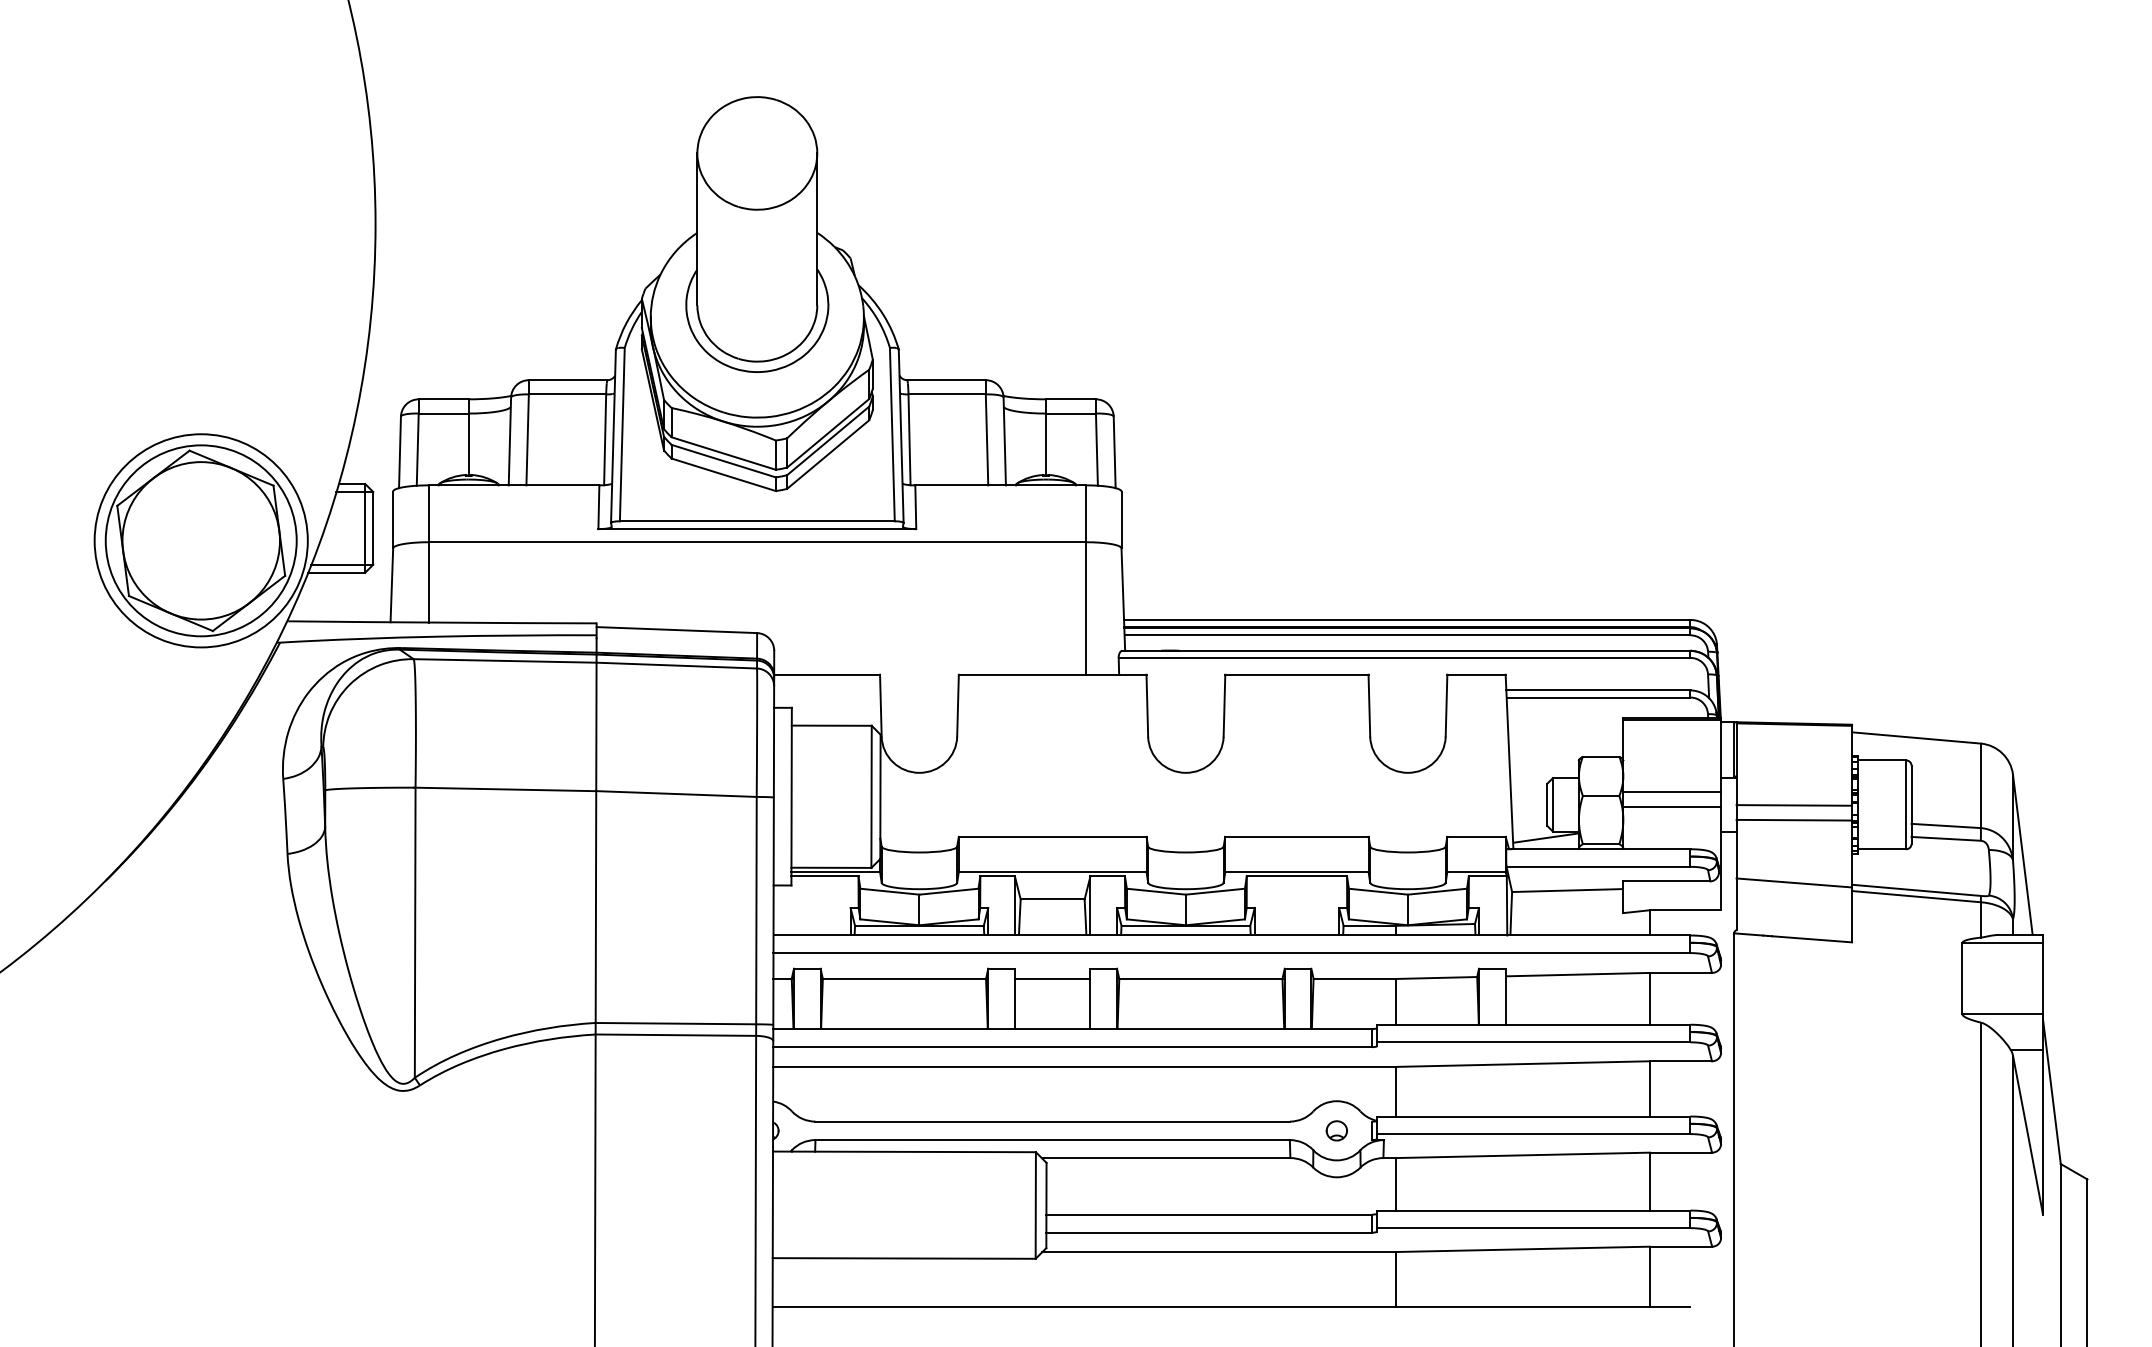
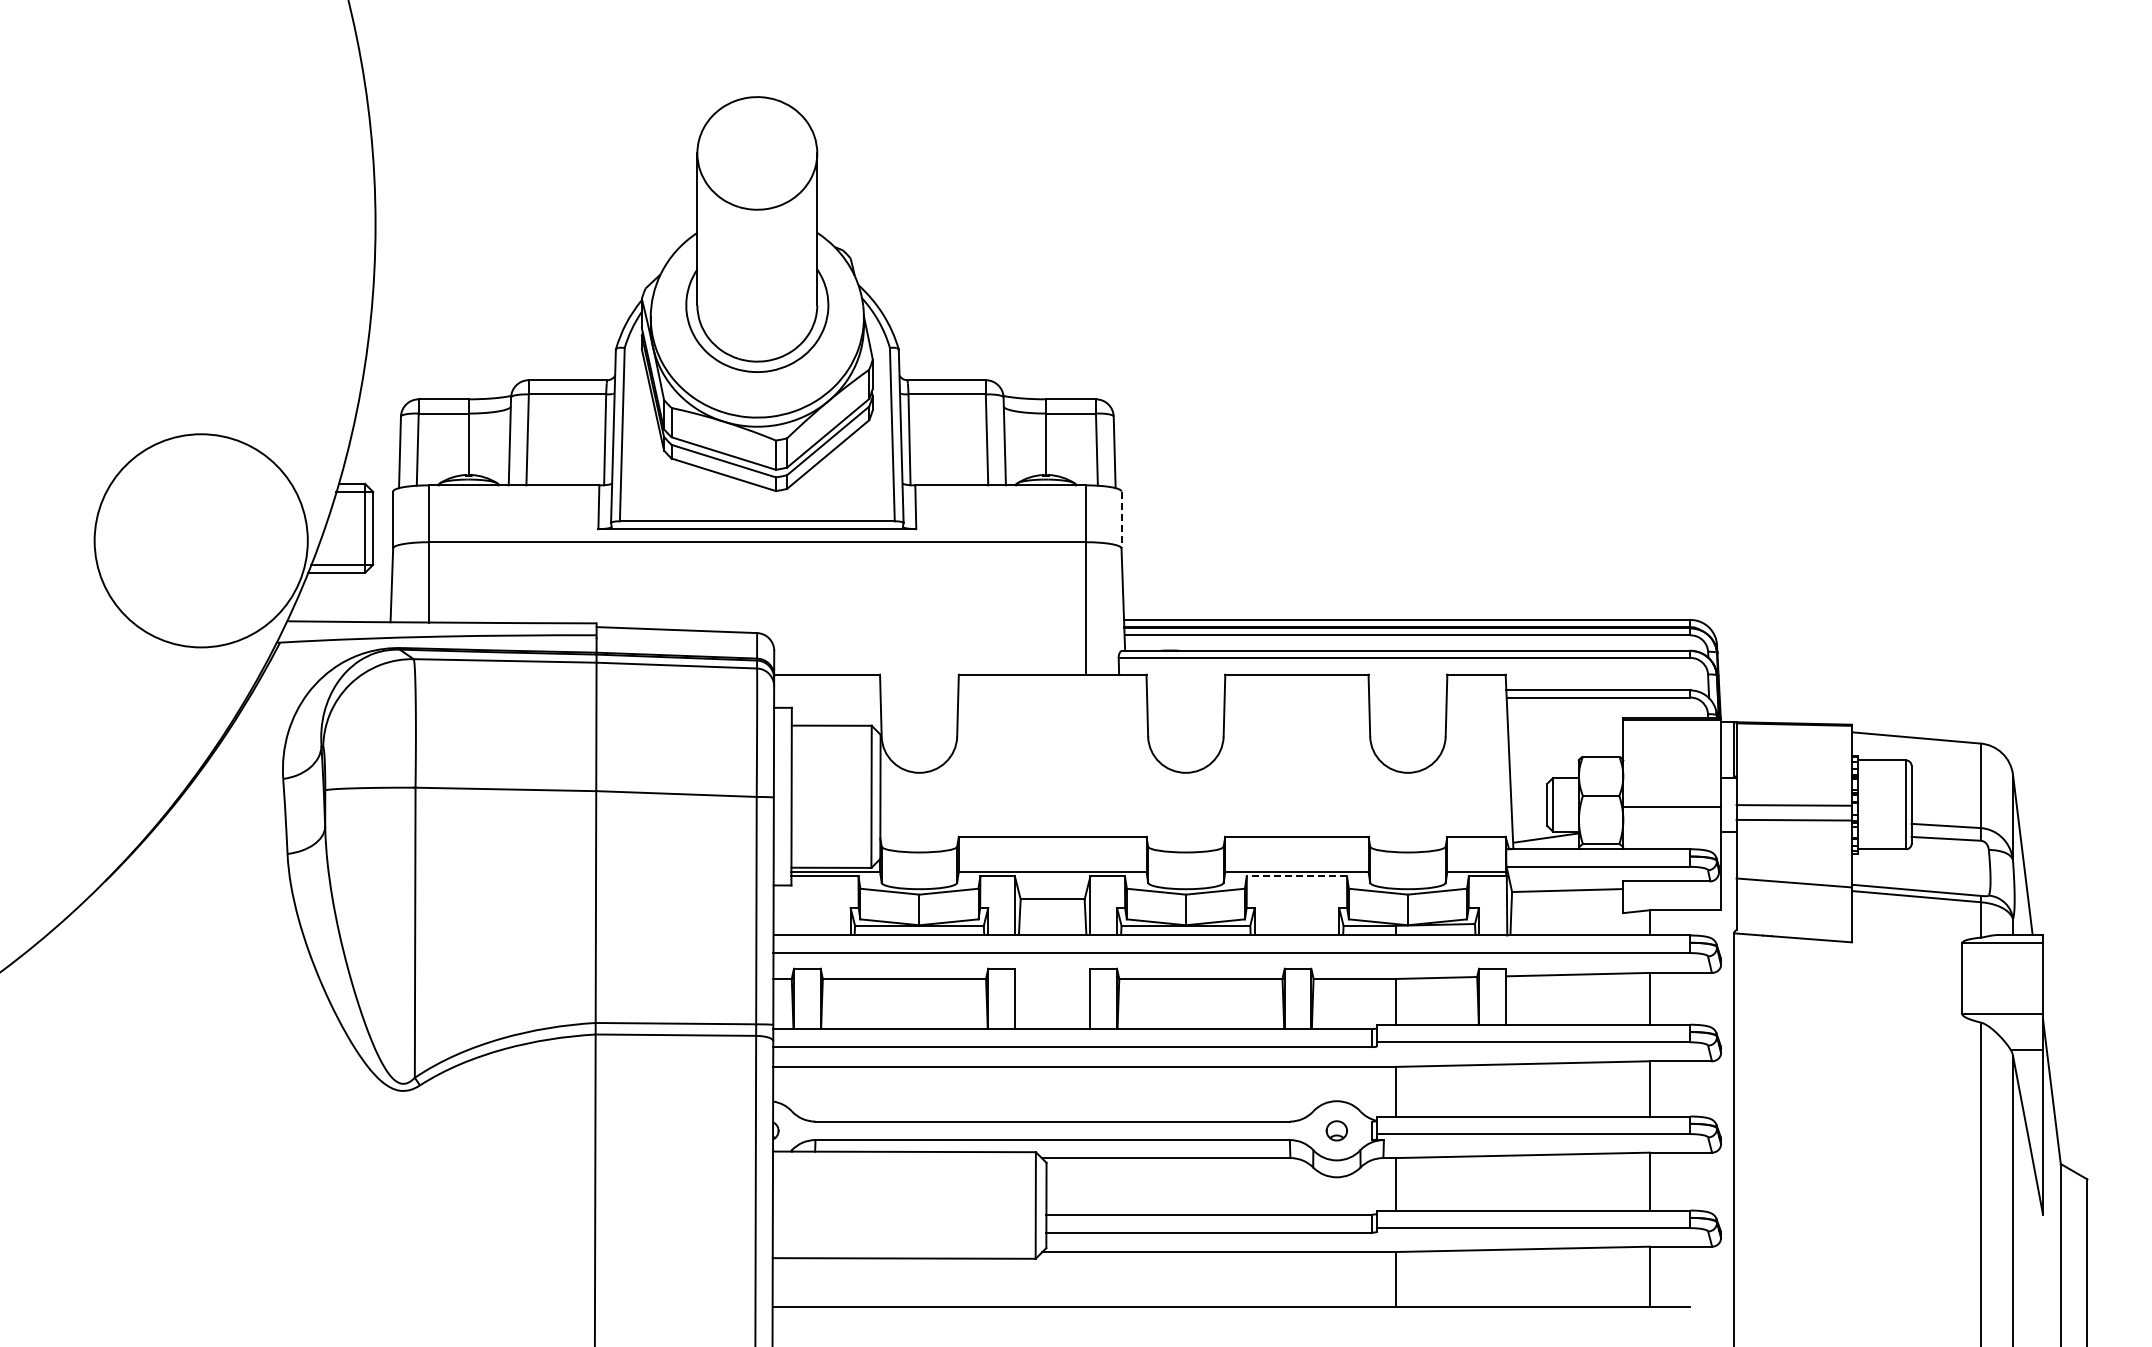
line at (1121, 520): solid -> dashed
part at (200, 540): present -> none
line at (1672, 791): present -> none
line at (1296, 876): solid -> dashed
line at (1052, 978): present -> none
